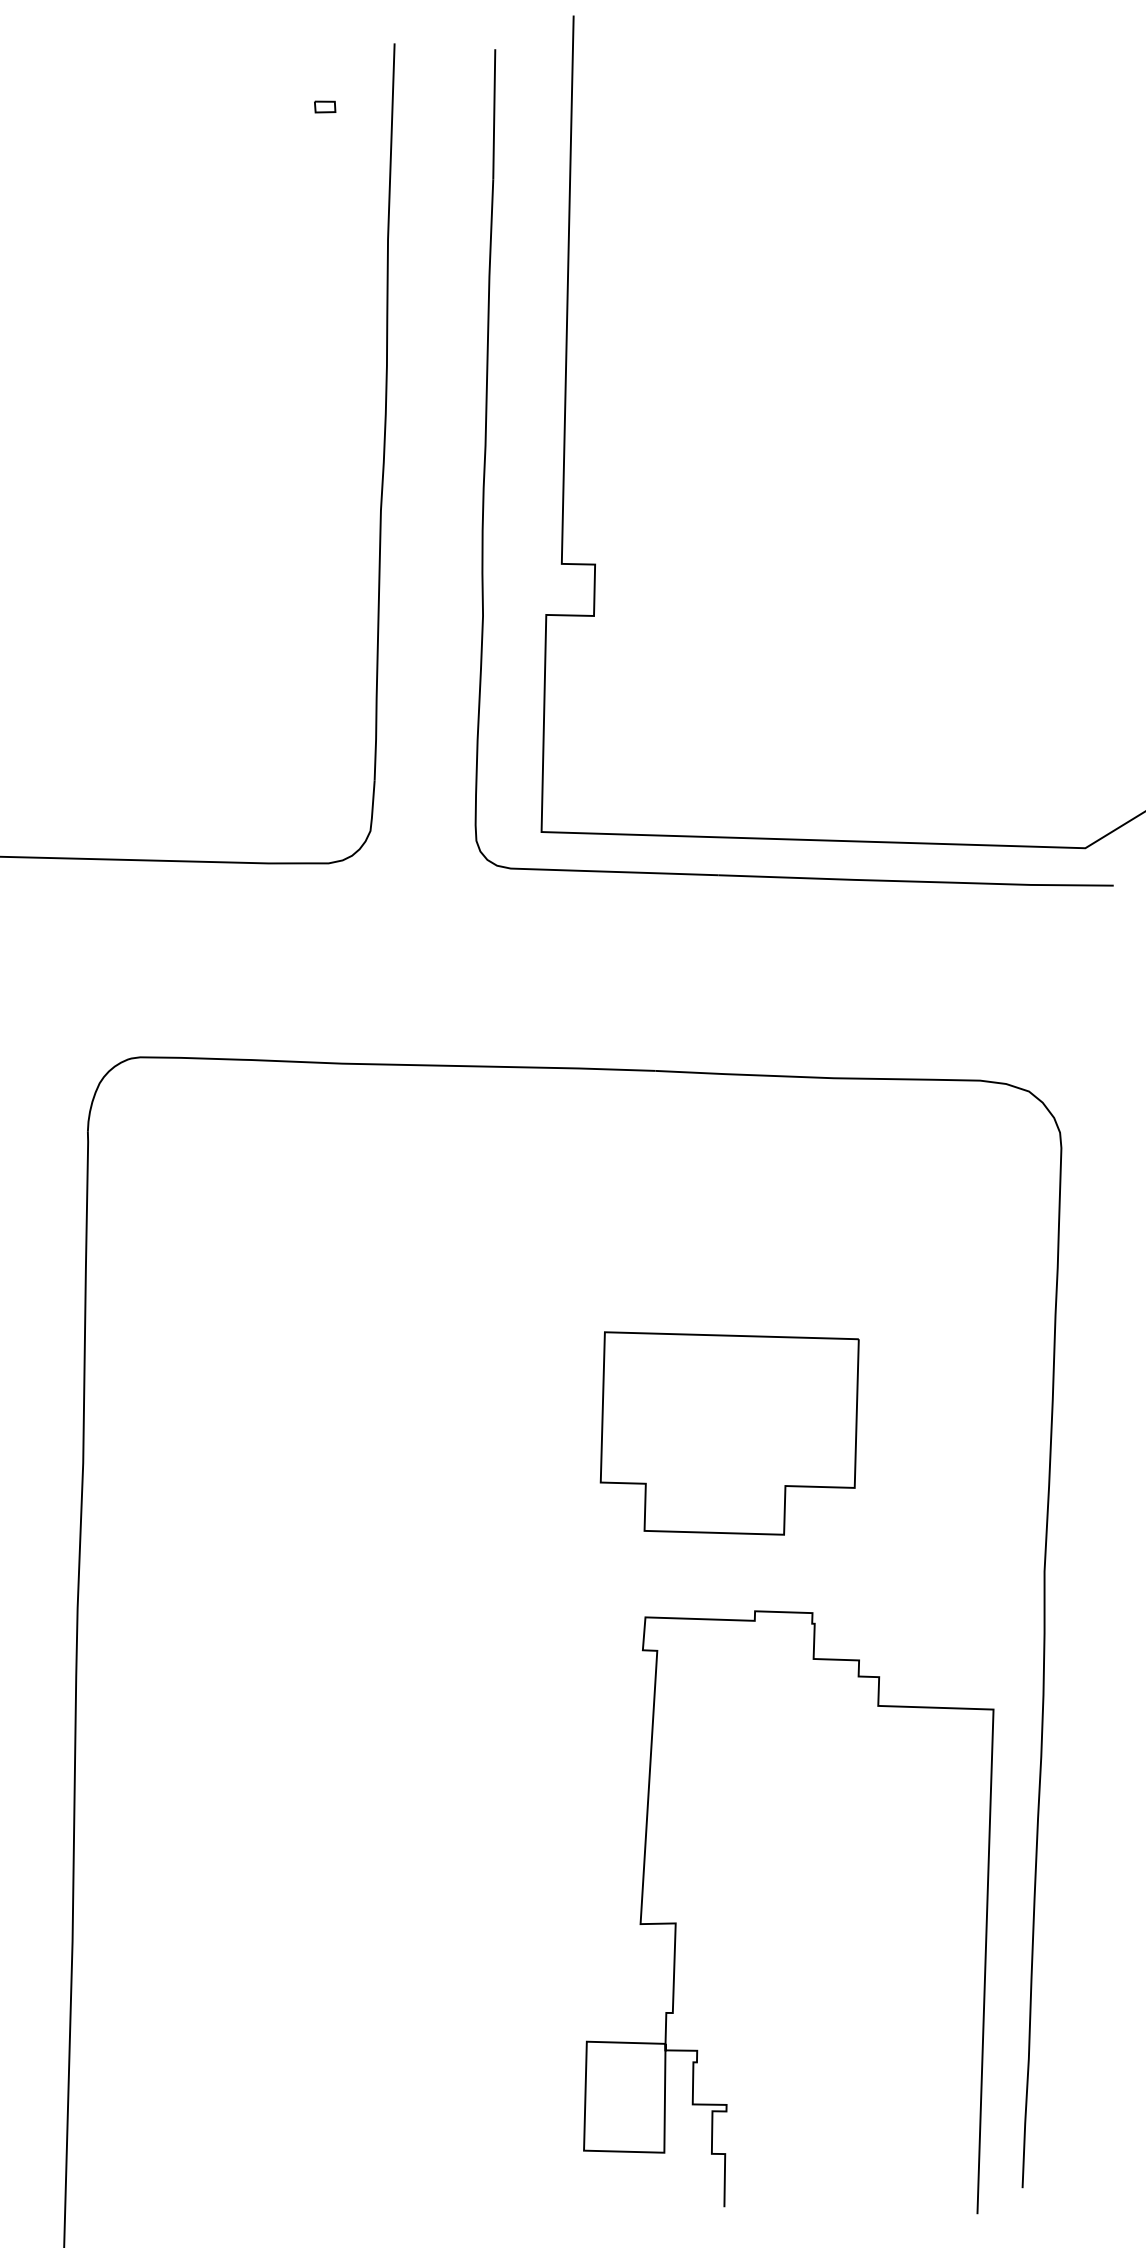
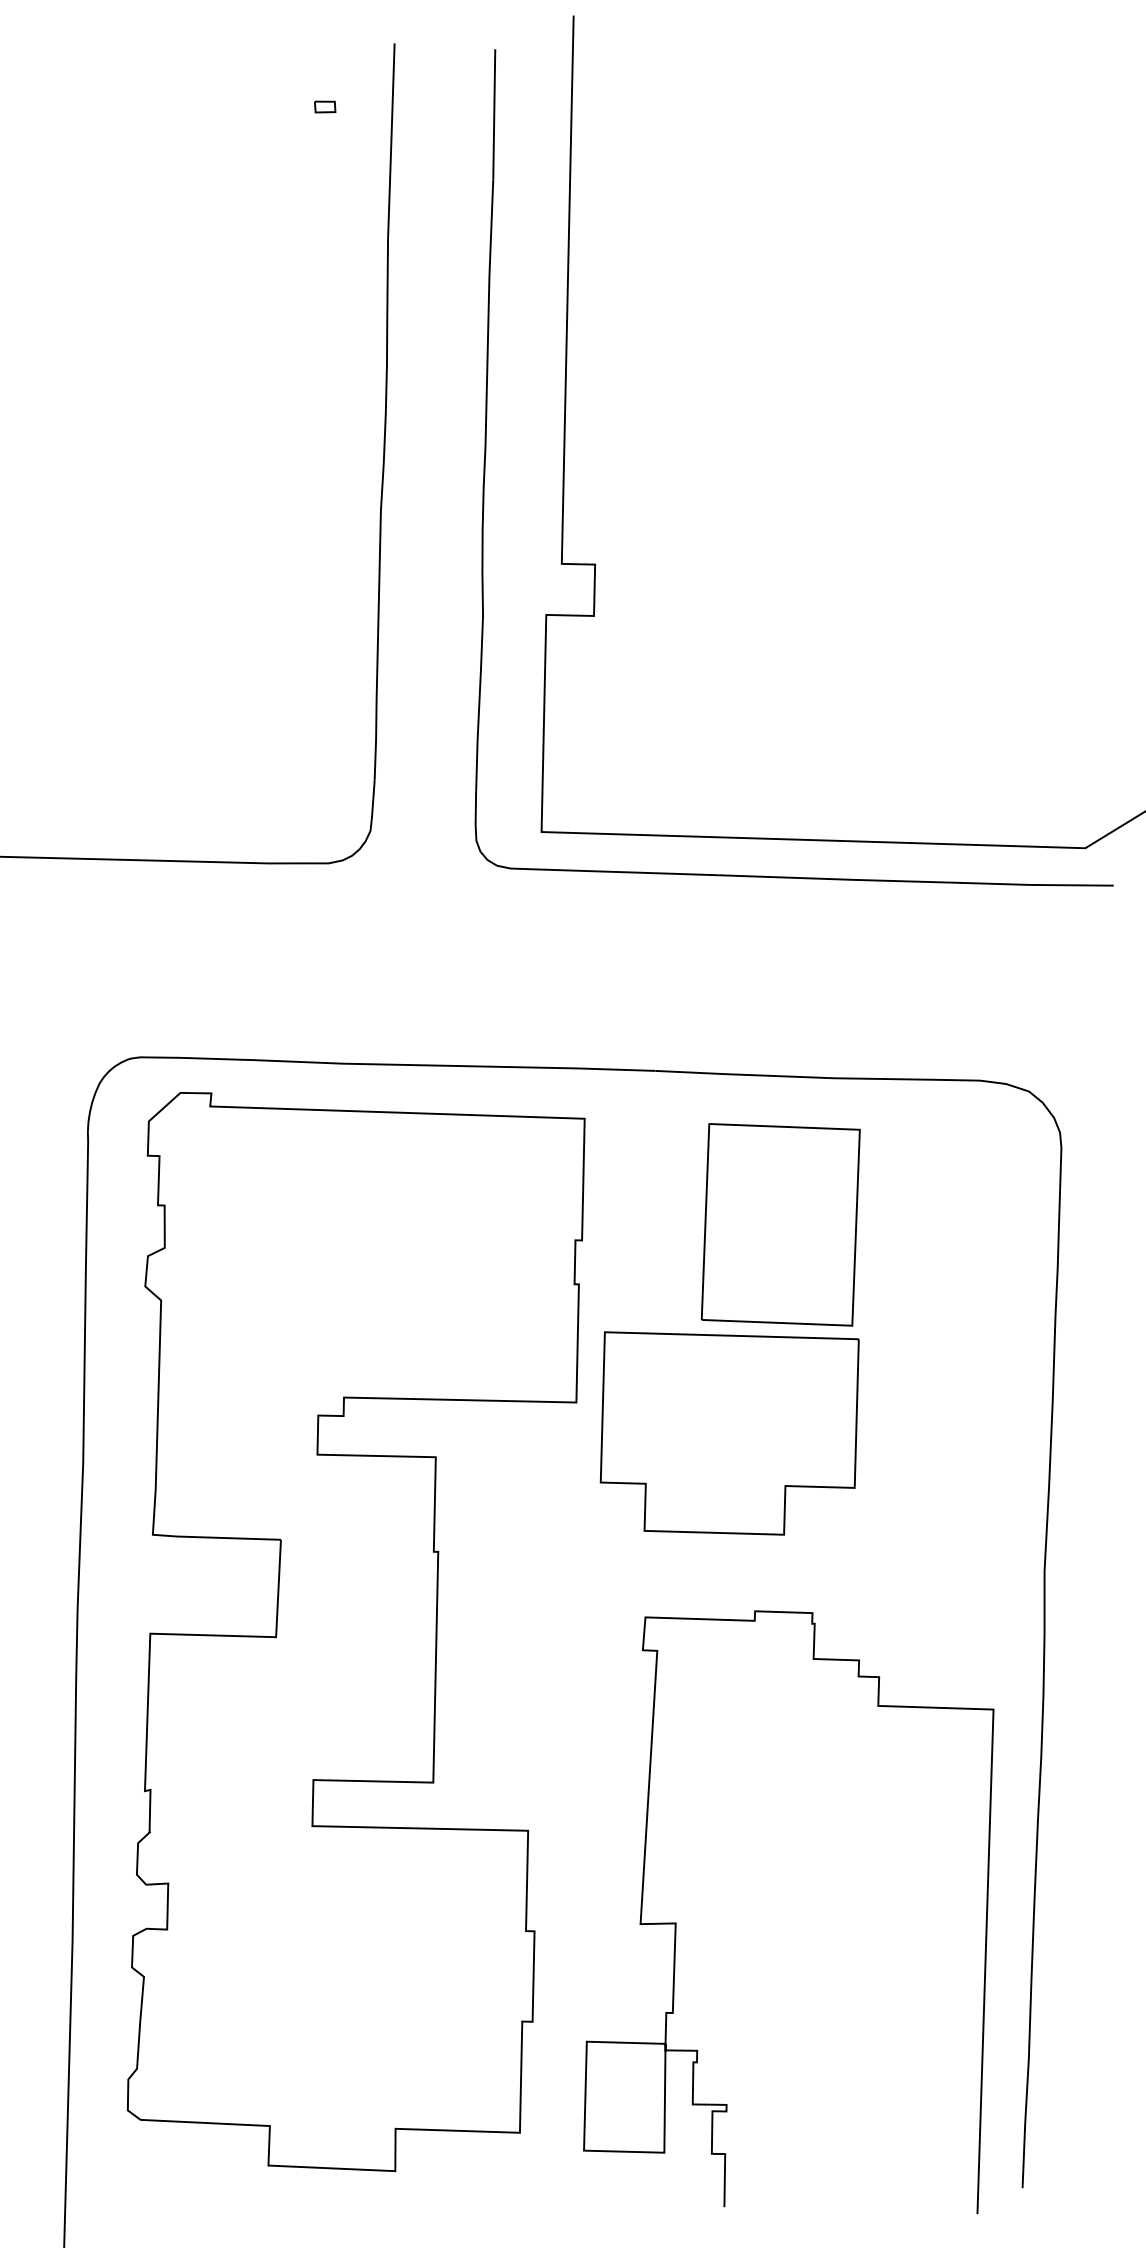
part at (780, 1224): none -> present
part at (356, 1632): none -> present
